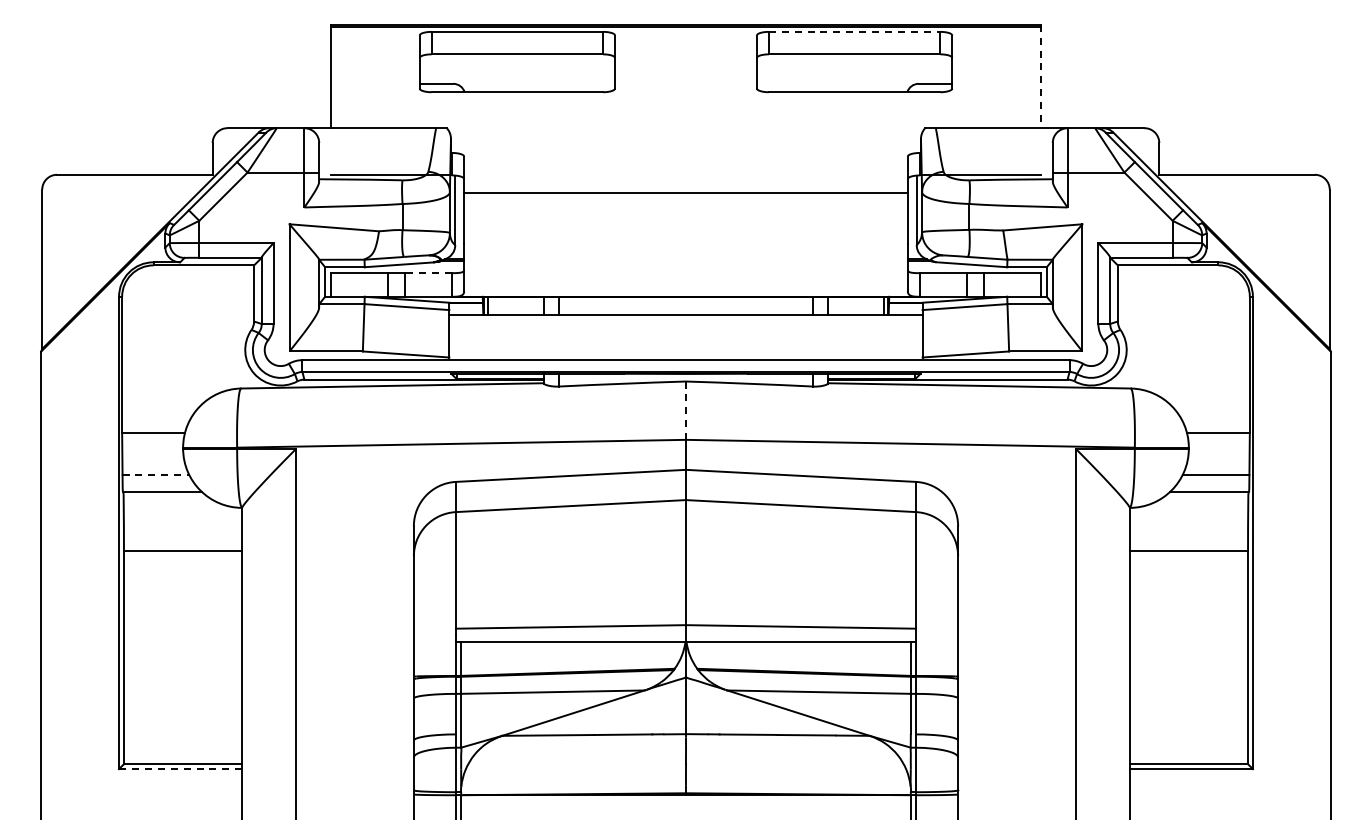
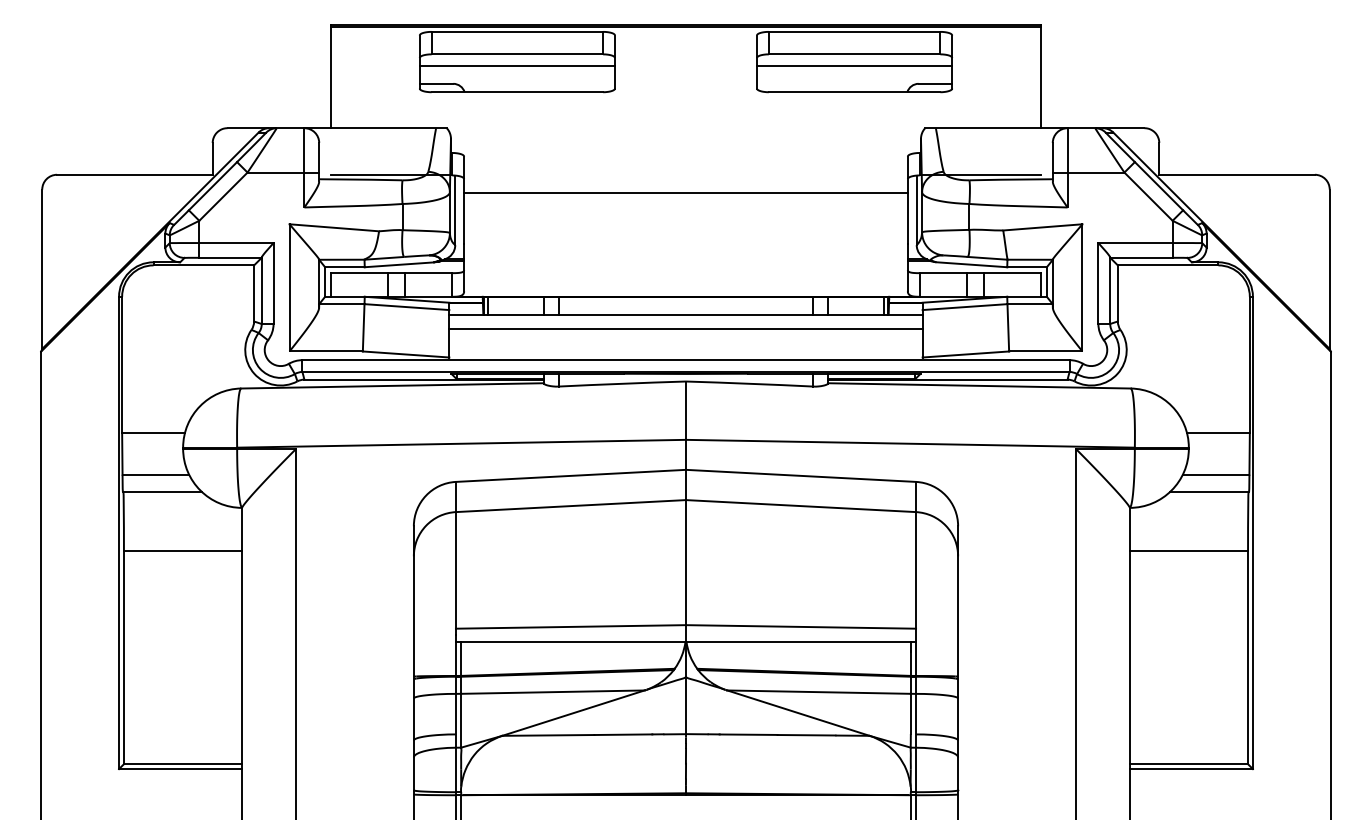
line at (854, 31): dashed -> solid
line at (517, 66): none -> present
line at (854, 66): none -> present
line at (1040, 76): dashed -> solid
line at (429, 273): dashed -> solid
line at (685, 329): none -> present
line at (686, 411): dashed -> solid
line at (156, 474): dashed -> solid
line at (180, 769): dashed -> solid
